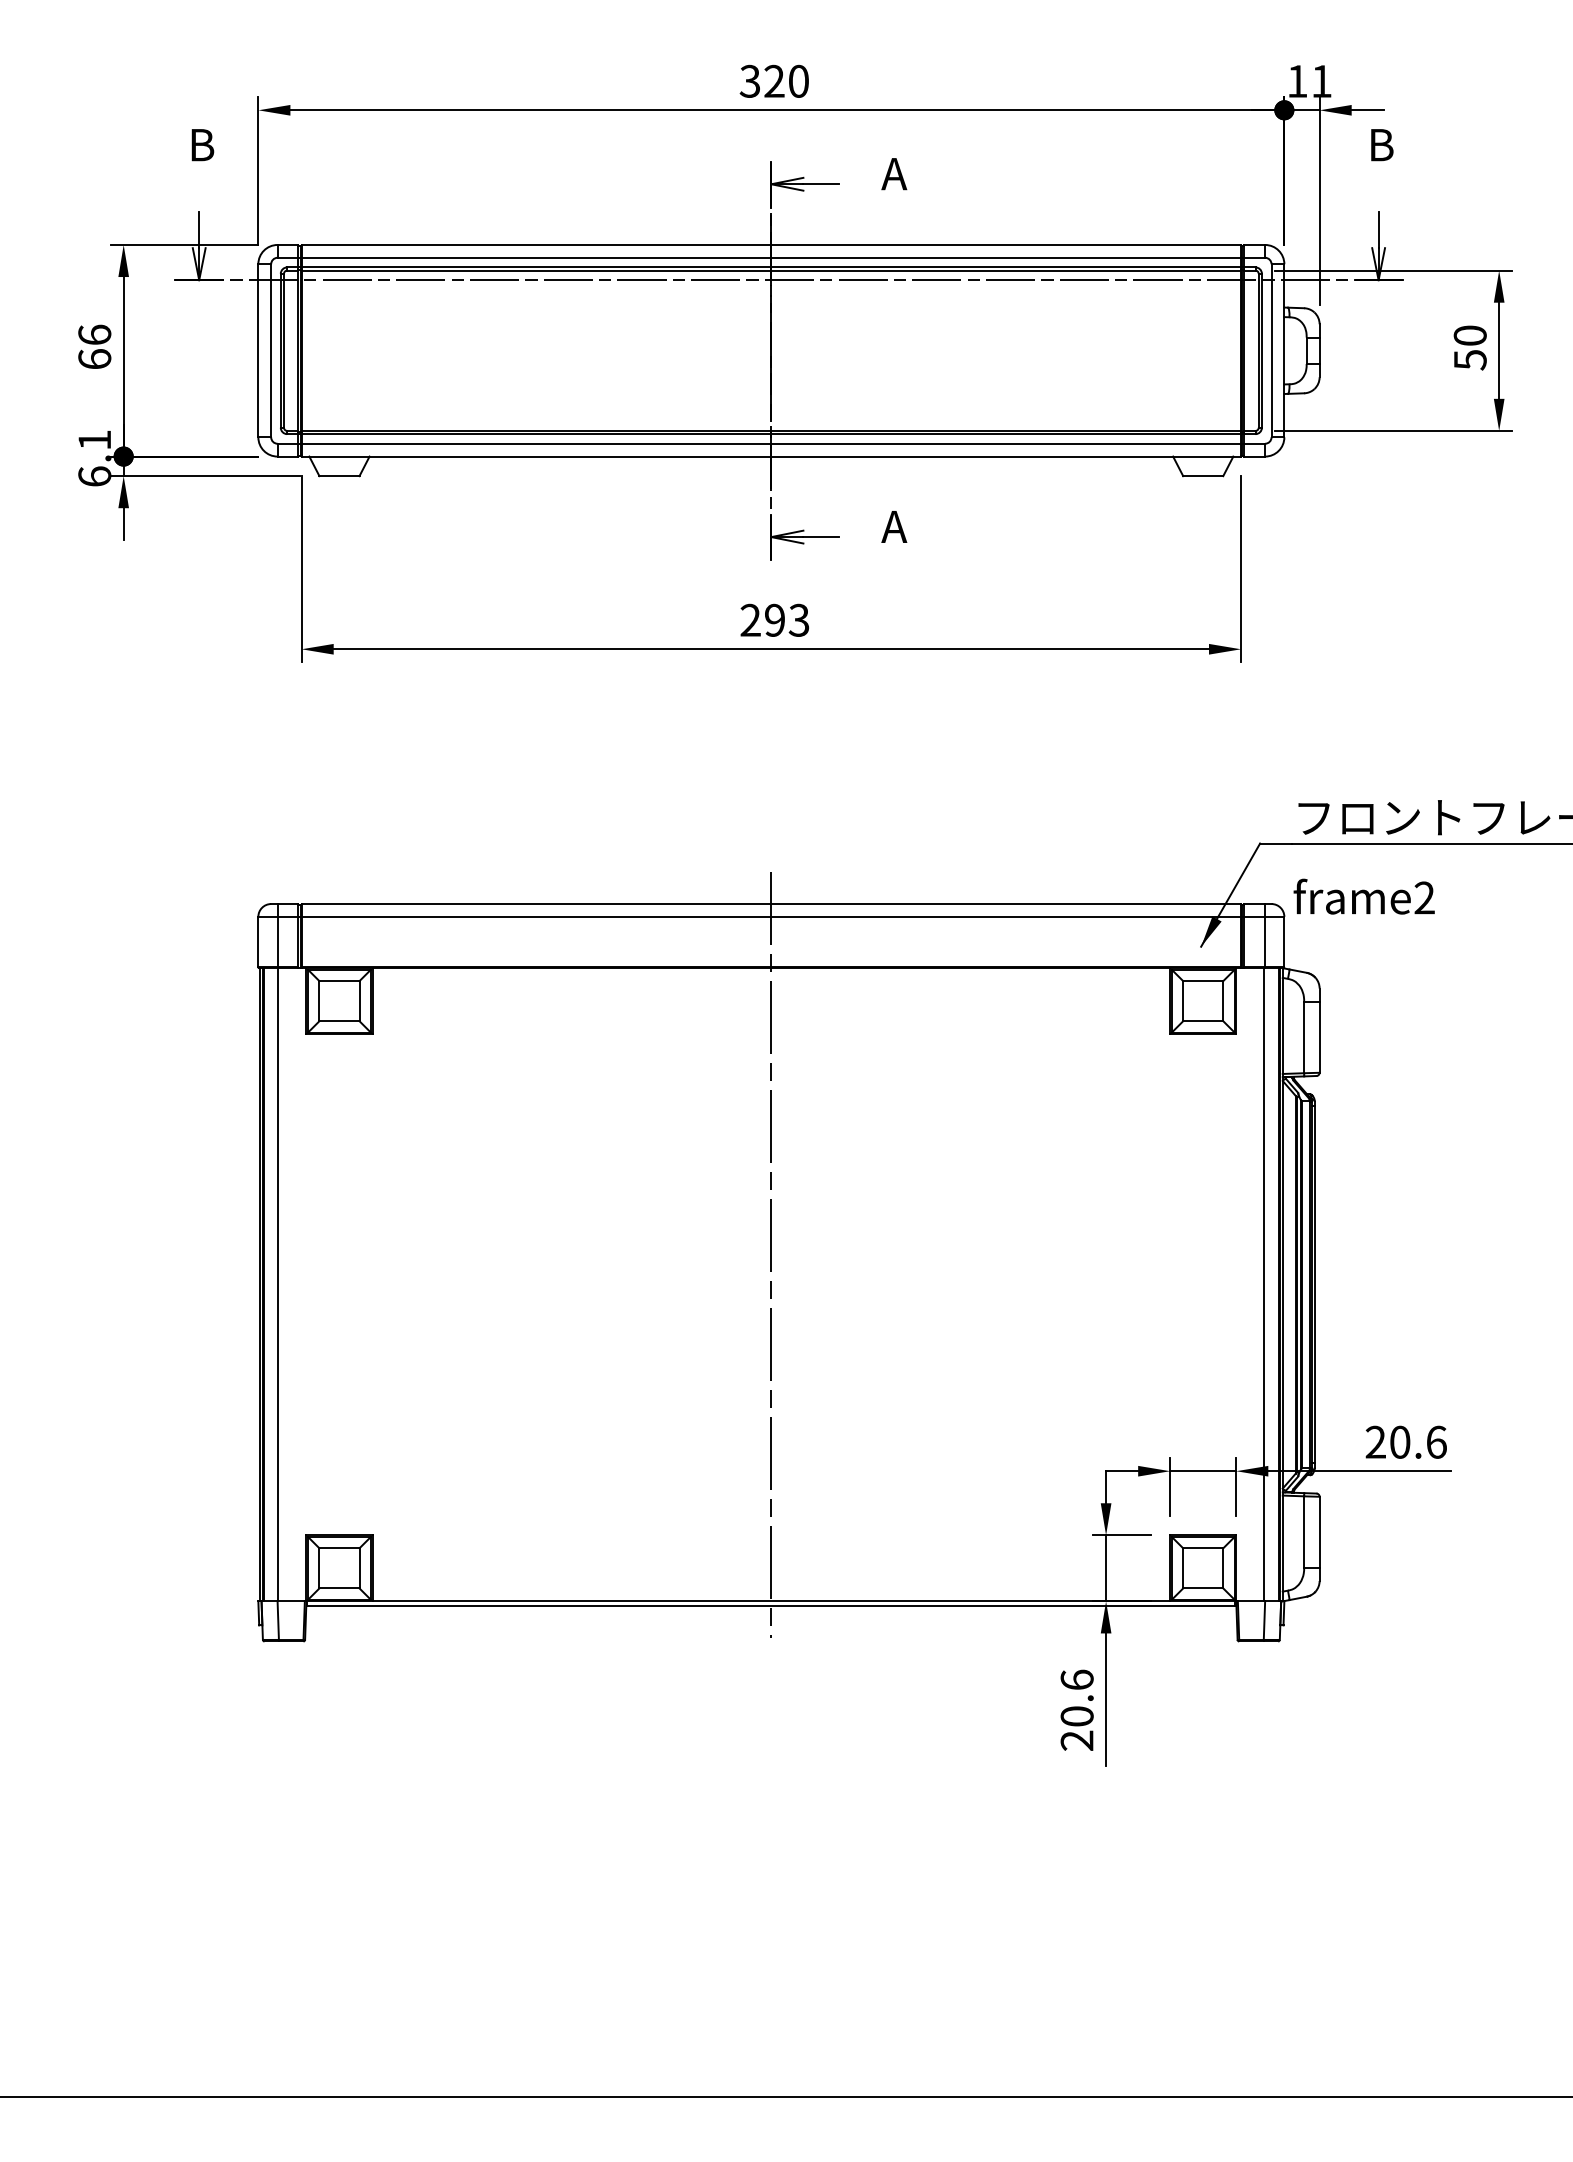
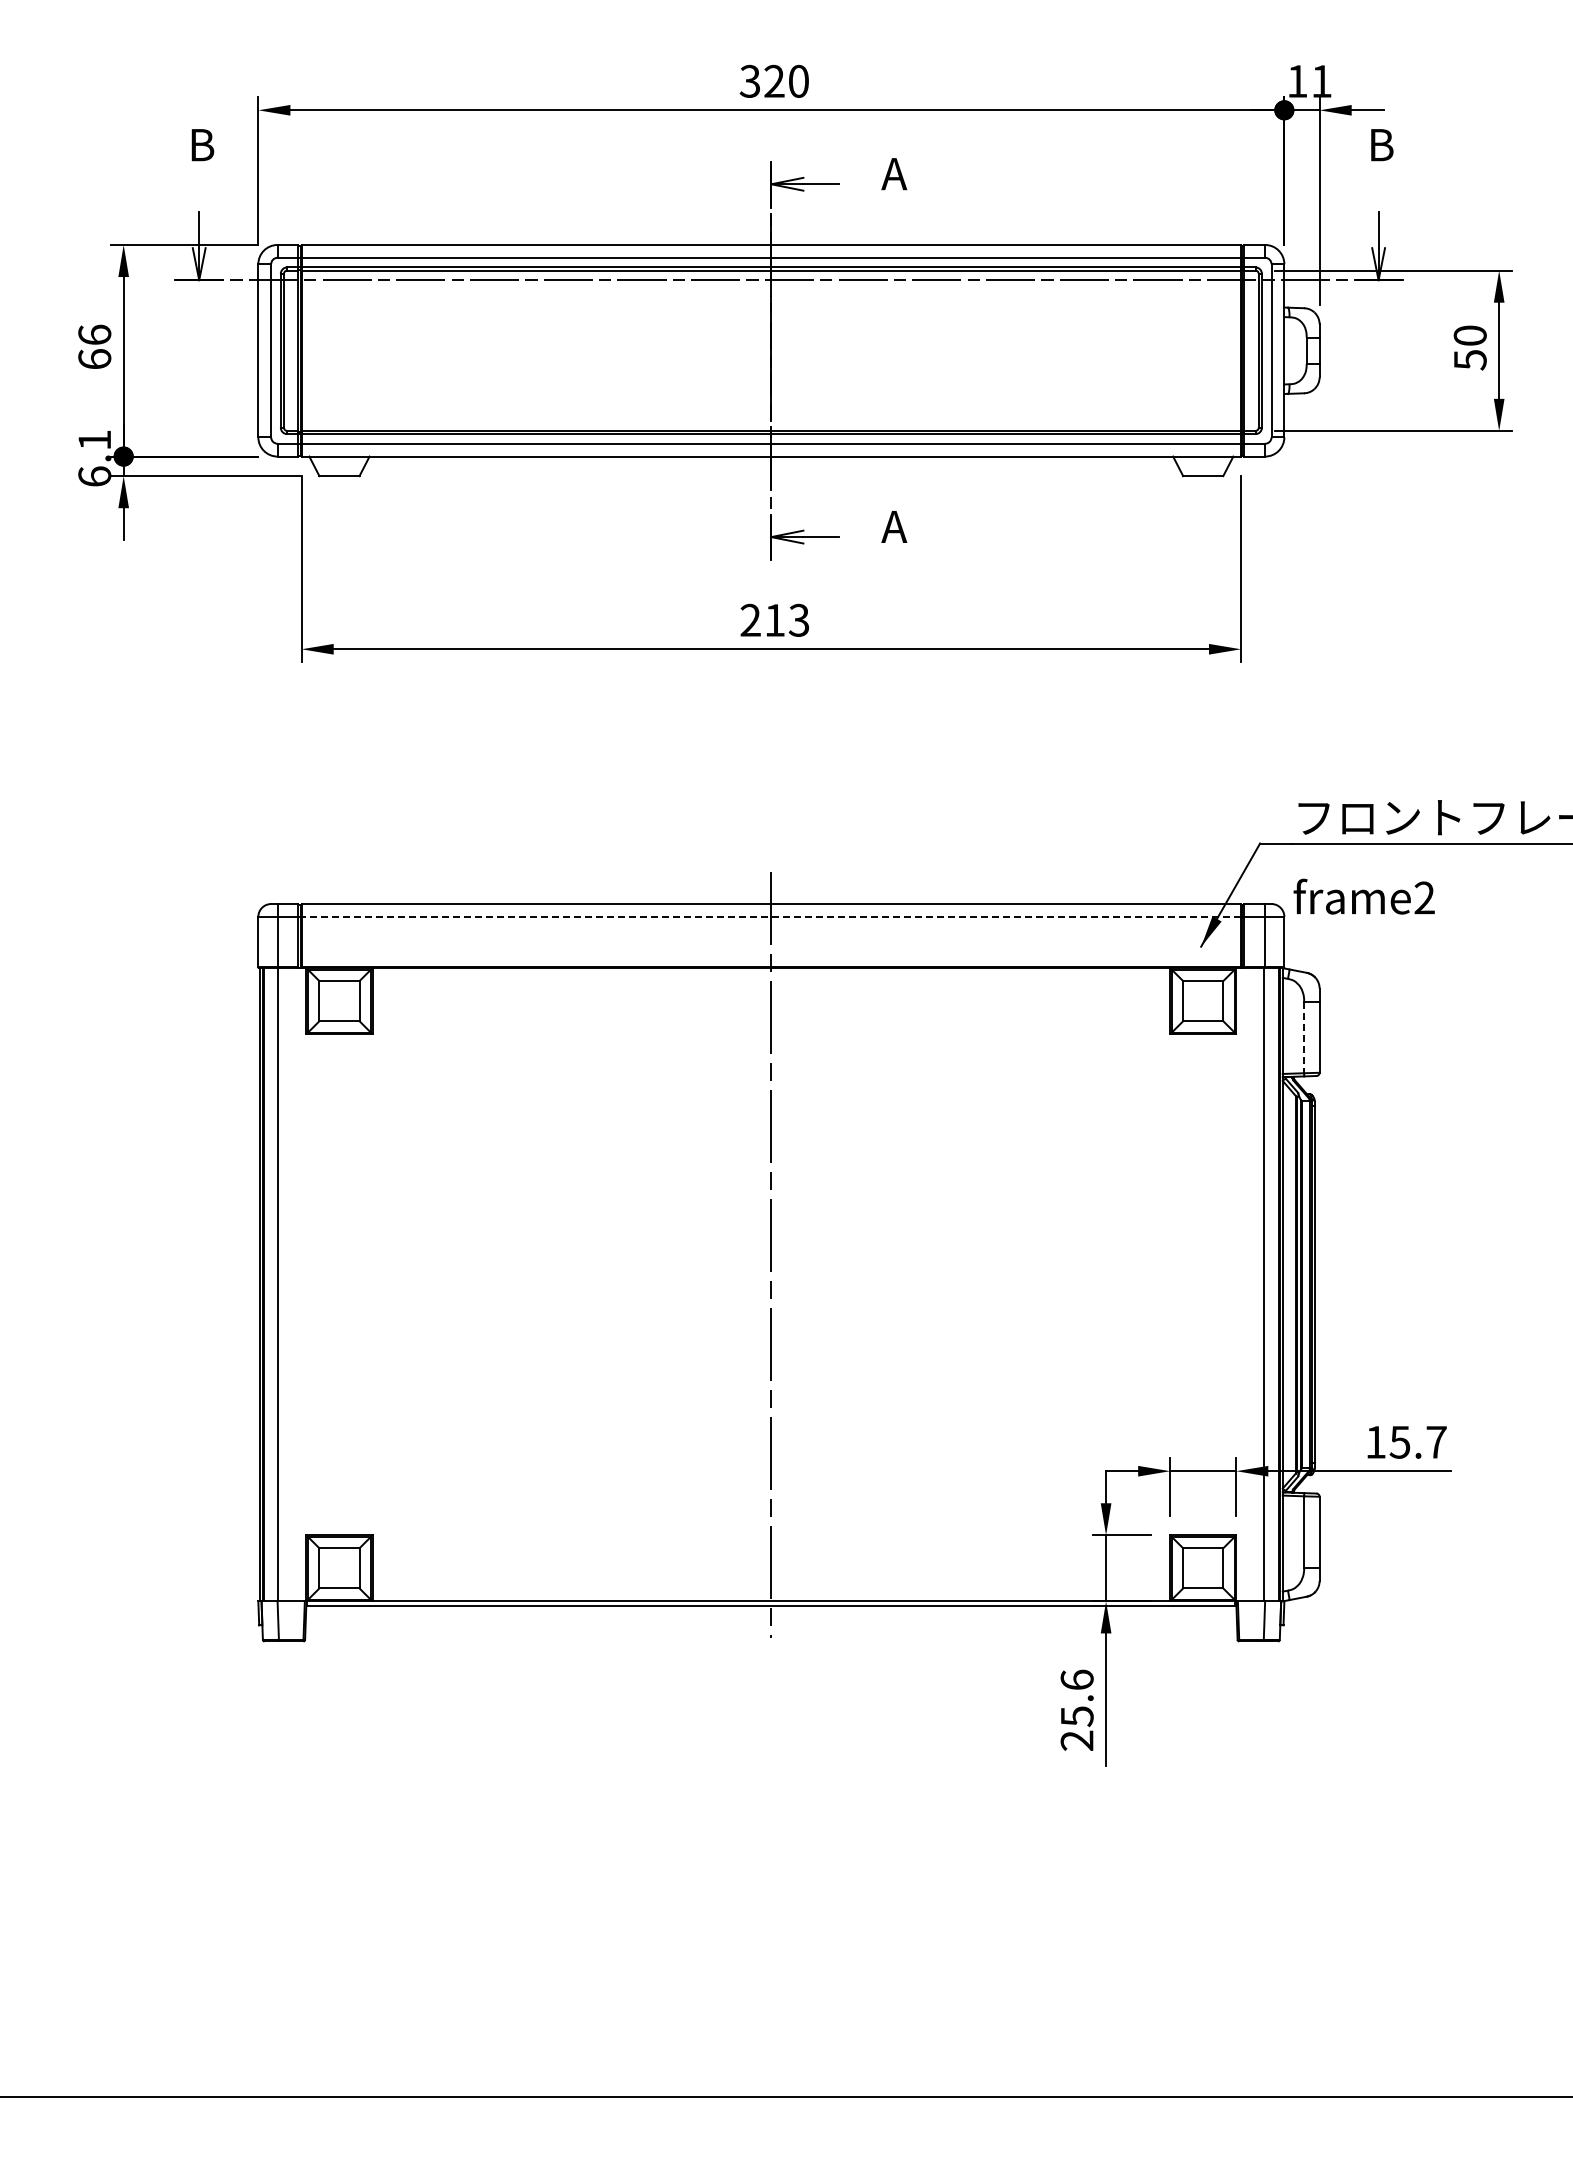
text at (774, 619): 293 -> 213
line at (771, 916): solid -> dashed
line at (1304, 1037): solid -> dashed
text at (1405, 1441): 20.6 -> 15.7
text at (1076, 1716): 20.6 -> 25.6
